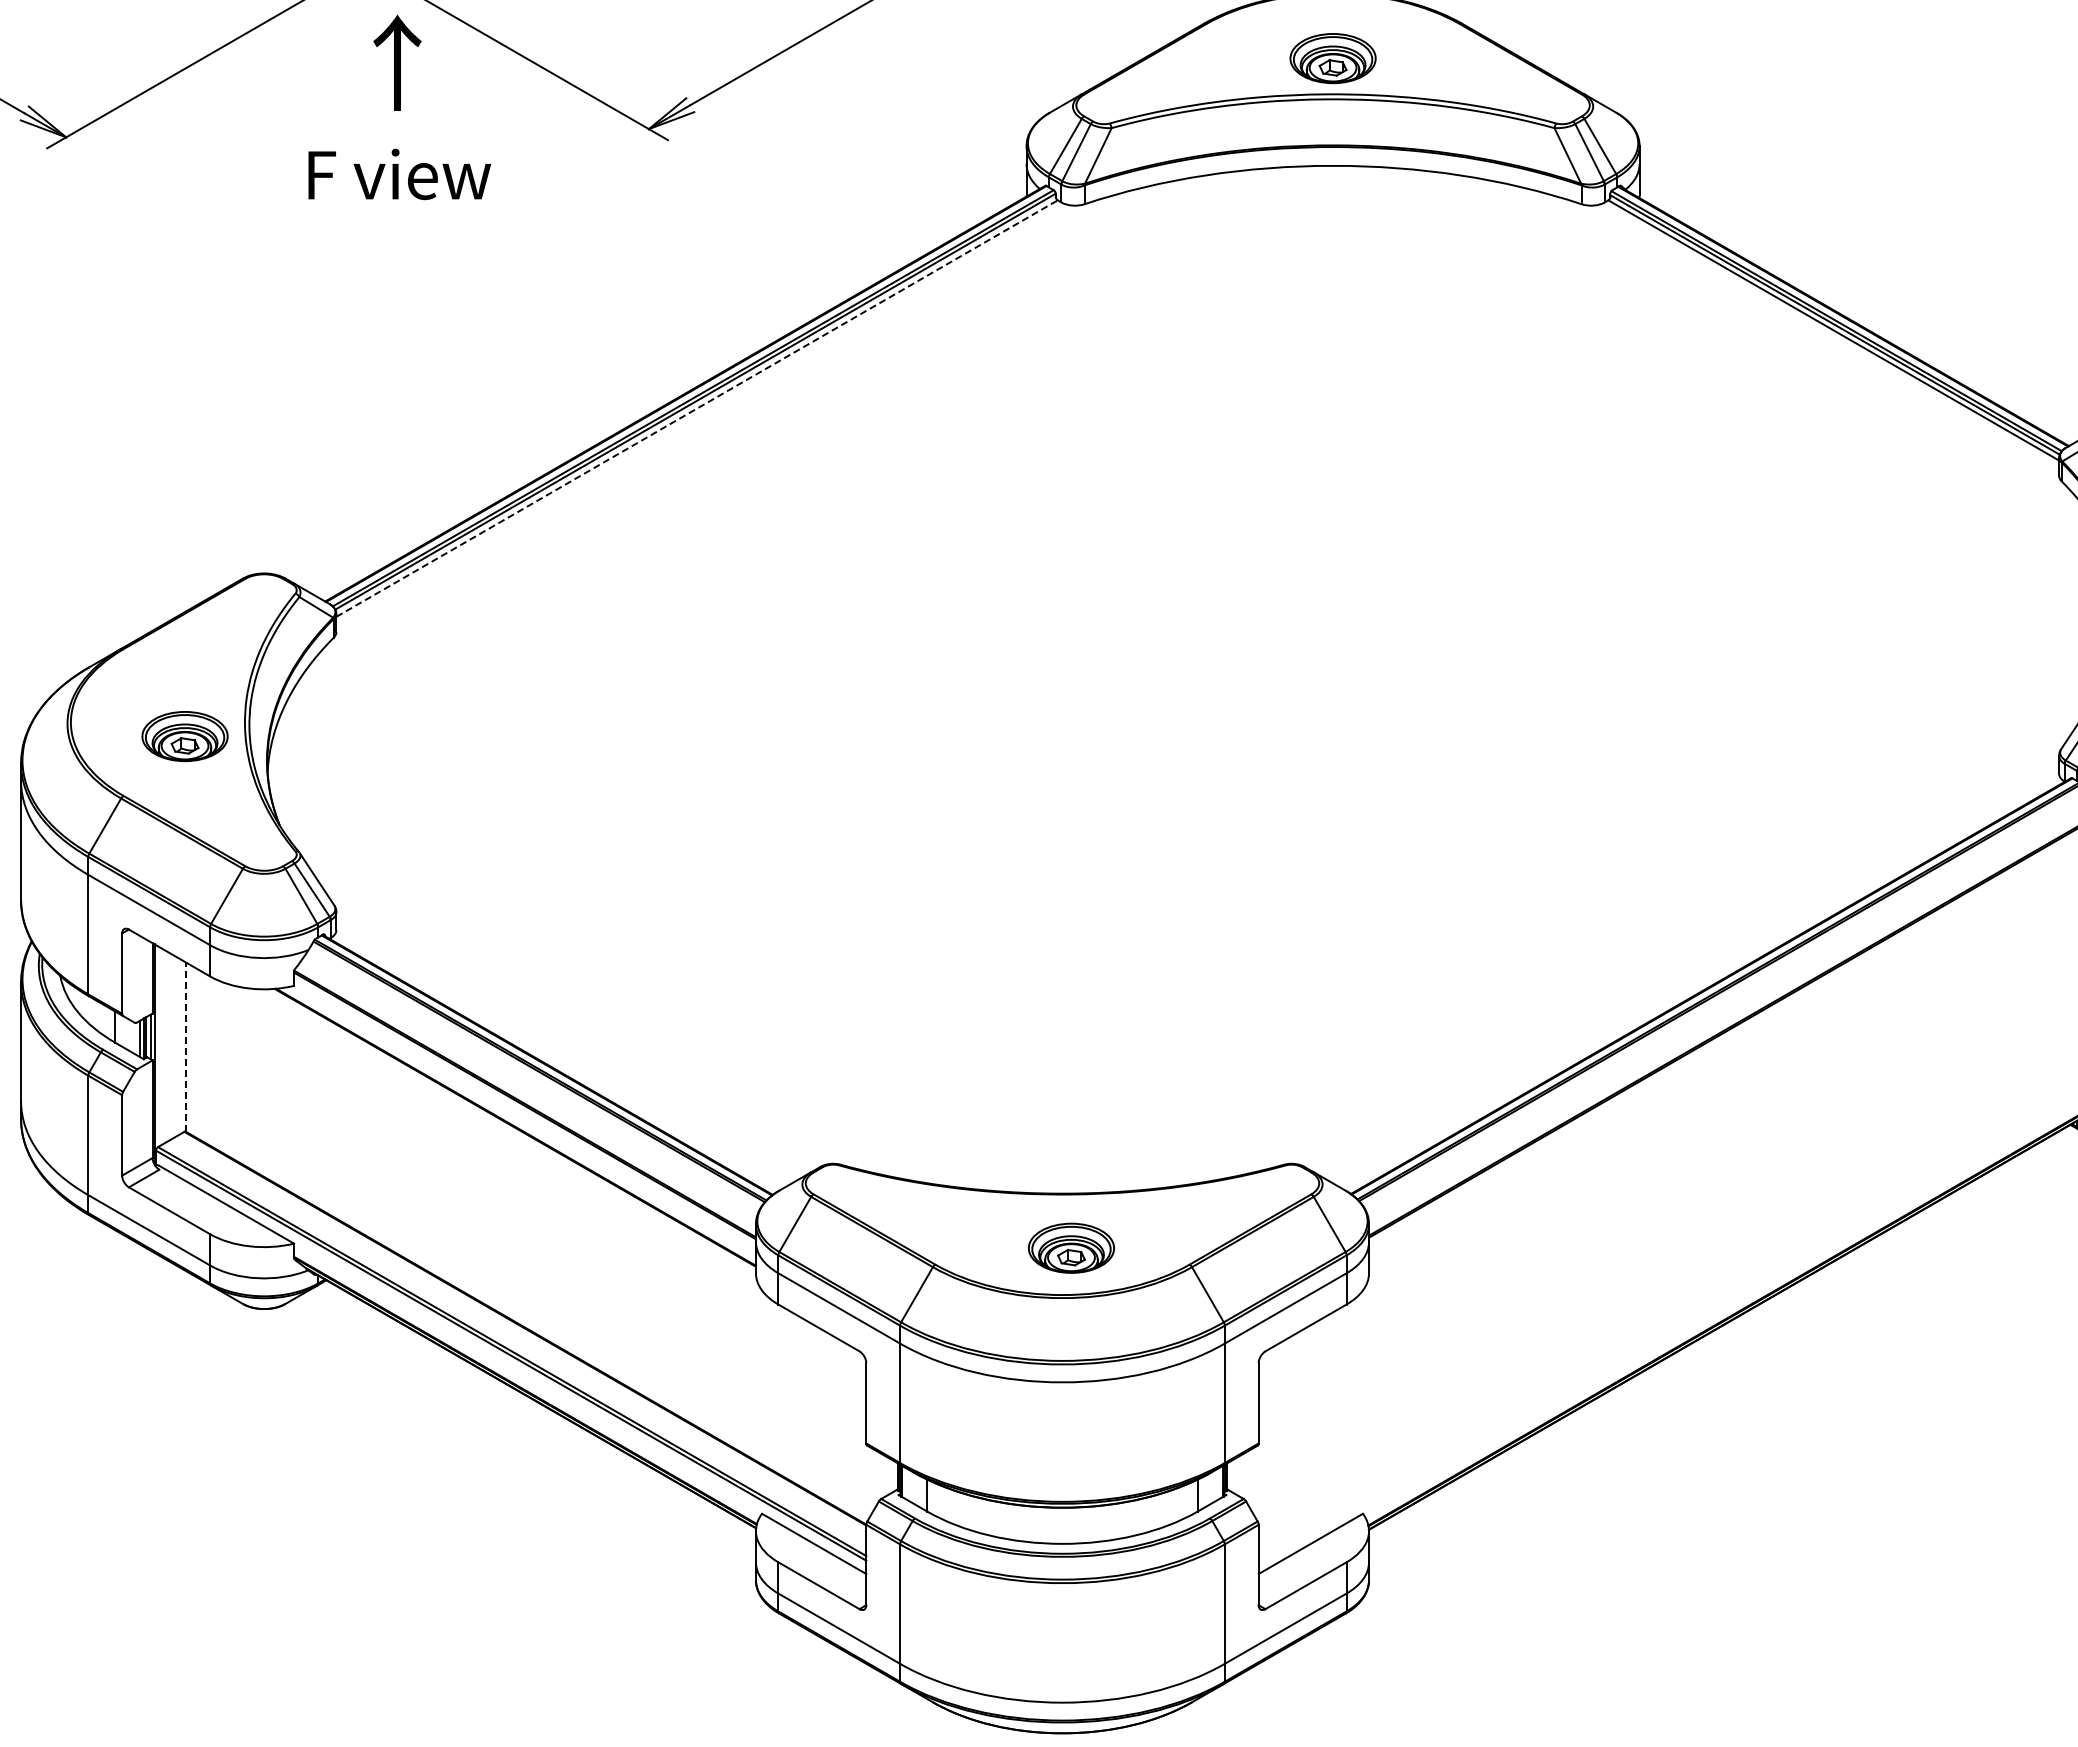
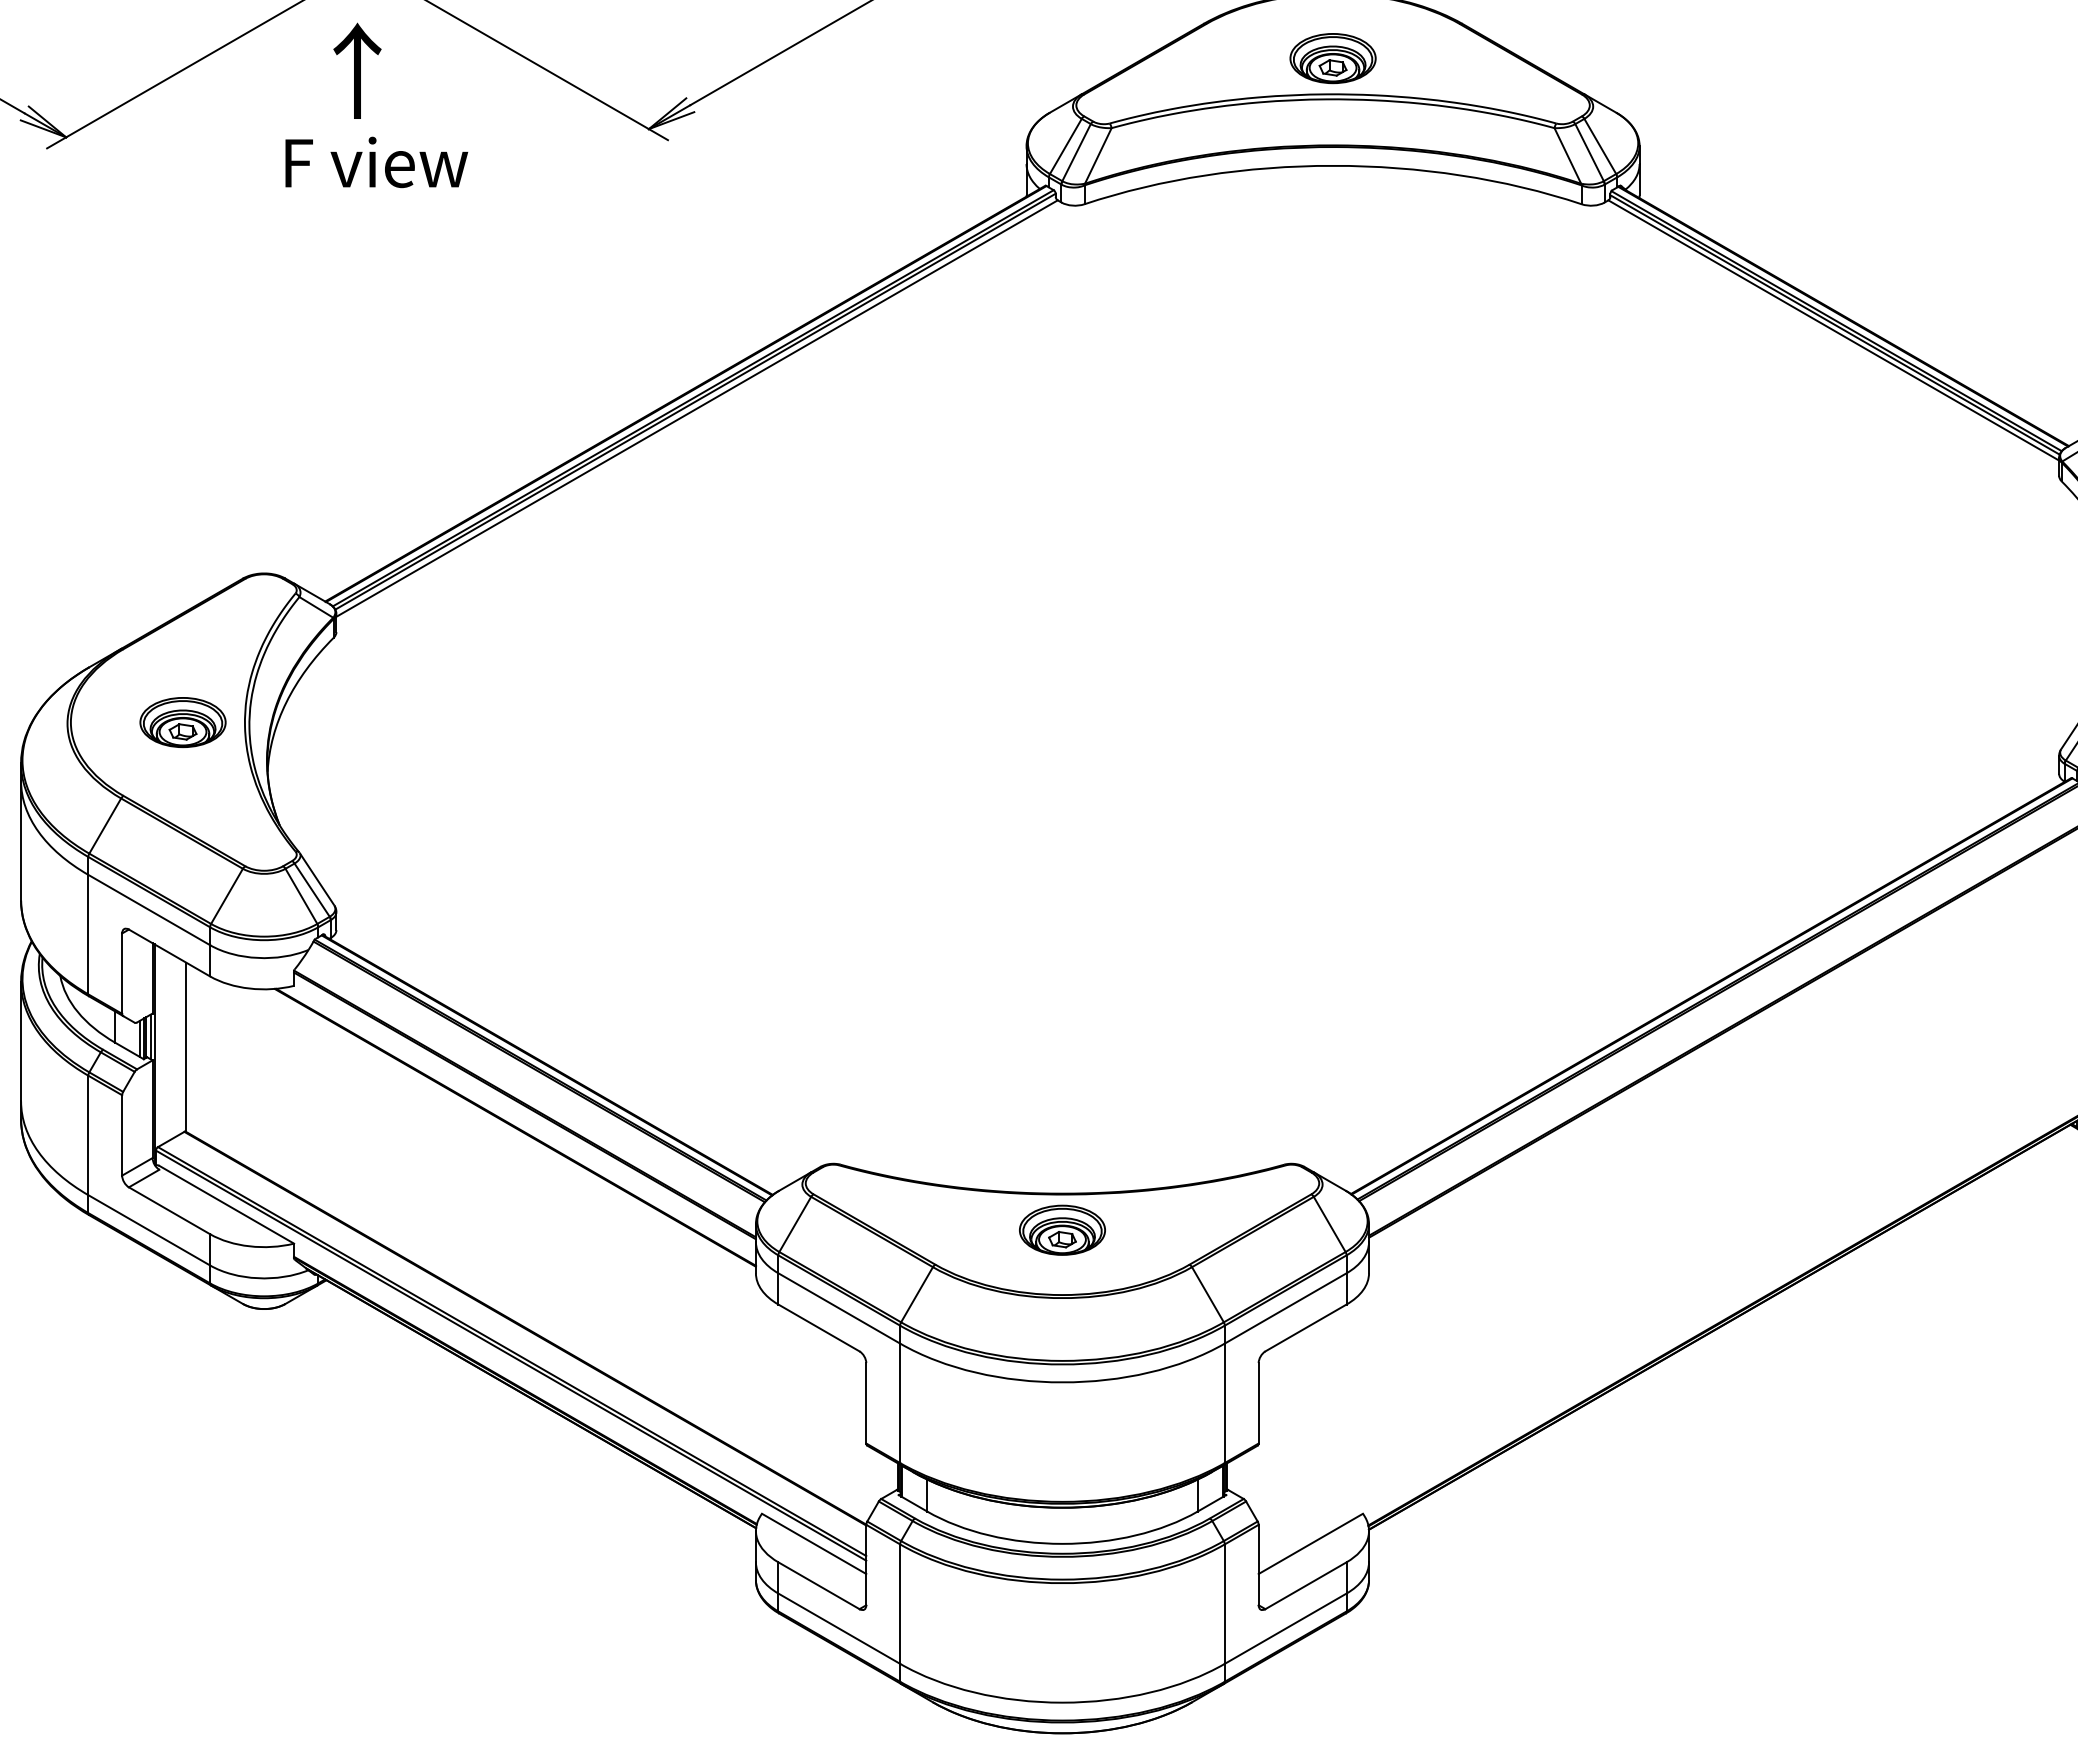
text at (397, 62) position: (397, 62) -> (357, 70)
text at (399, 174) position: (399, 174) -> (376, 162)
line at (697, 408): dashed -> solid
part at (184, 736) position: (184, 736) -> (182, 722)
line at (186, 1047): dashed -> solid
part at (1071, 1247) position: (1071, 1247) -> (1062, 1229)
